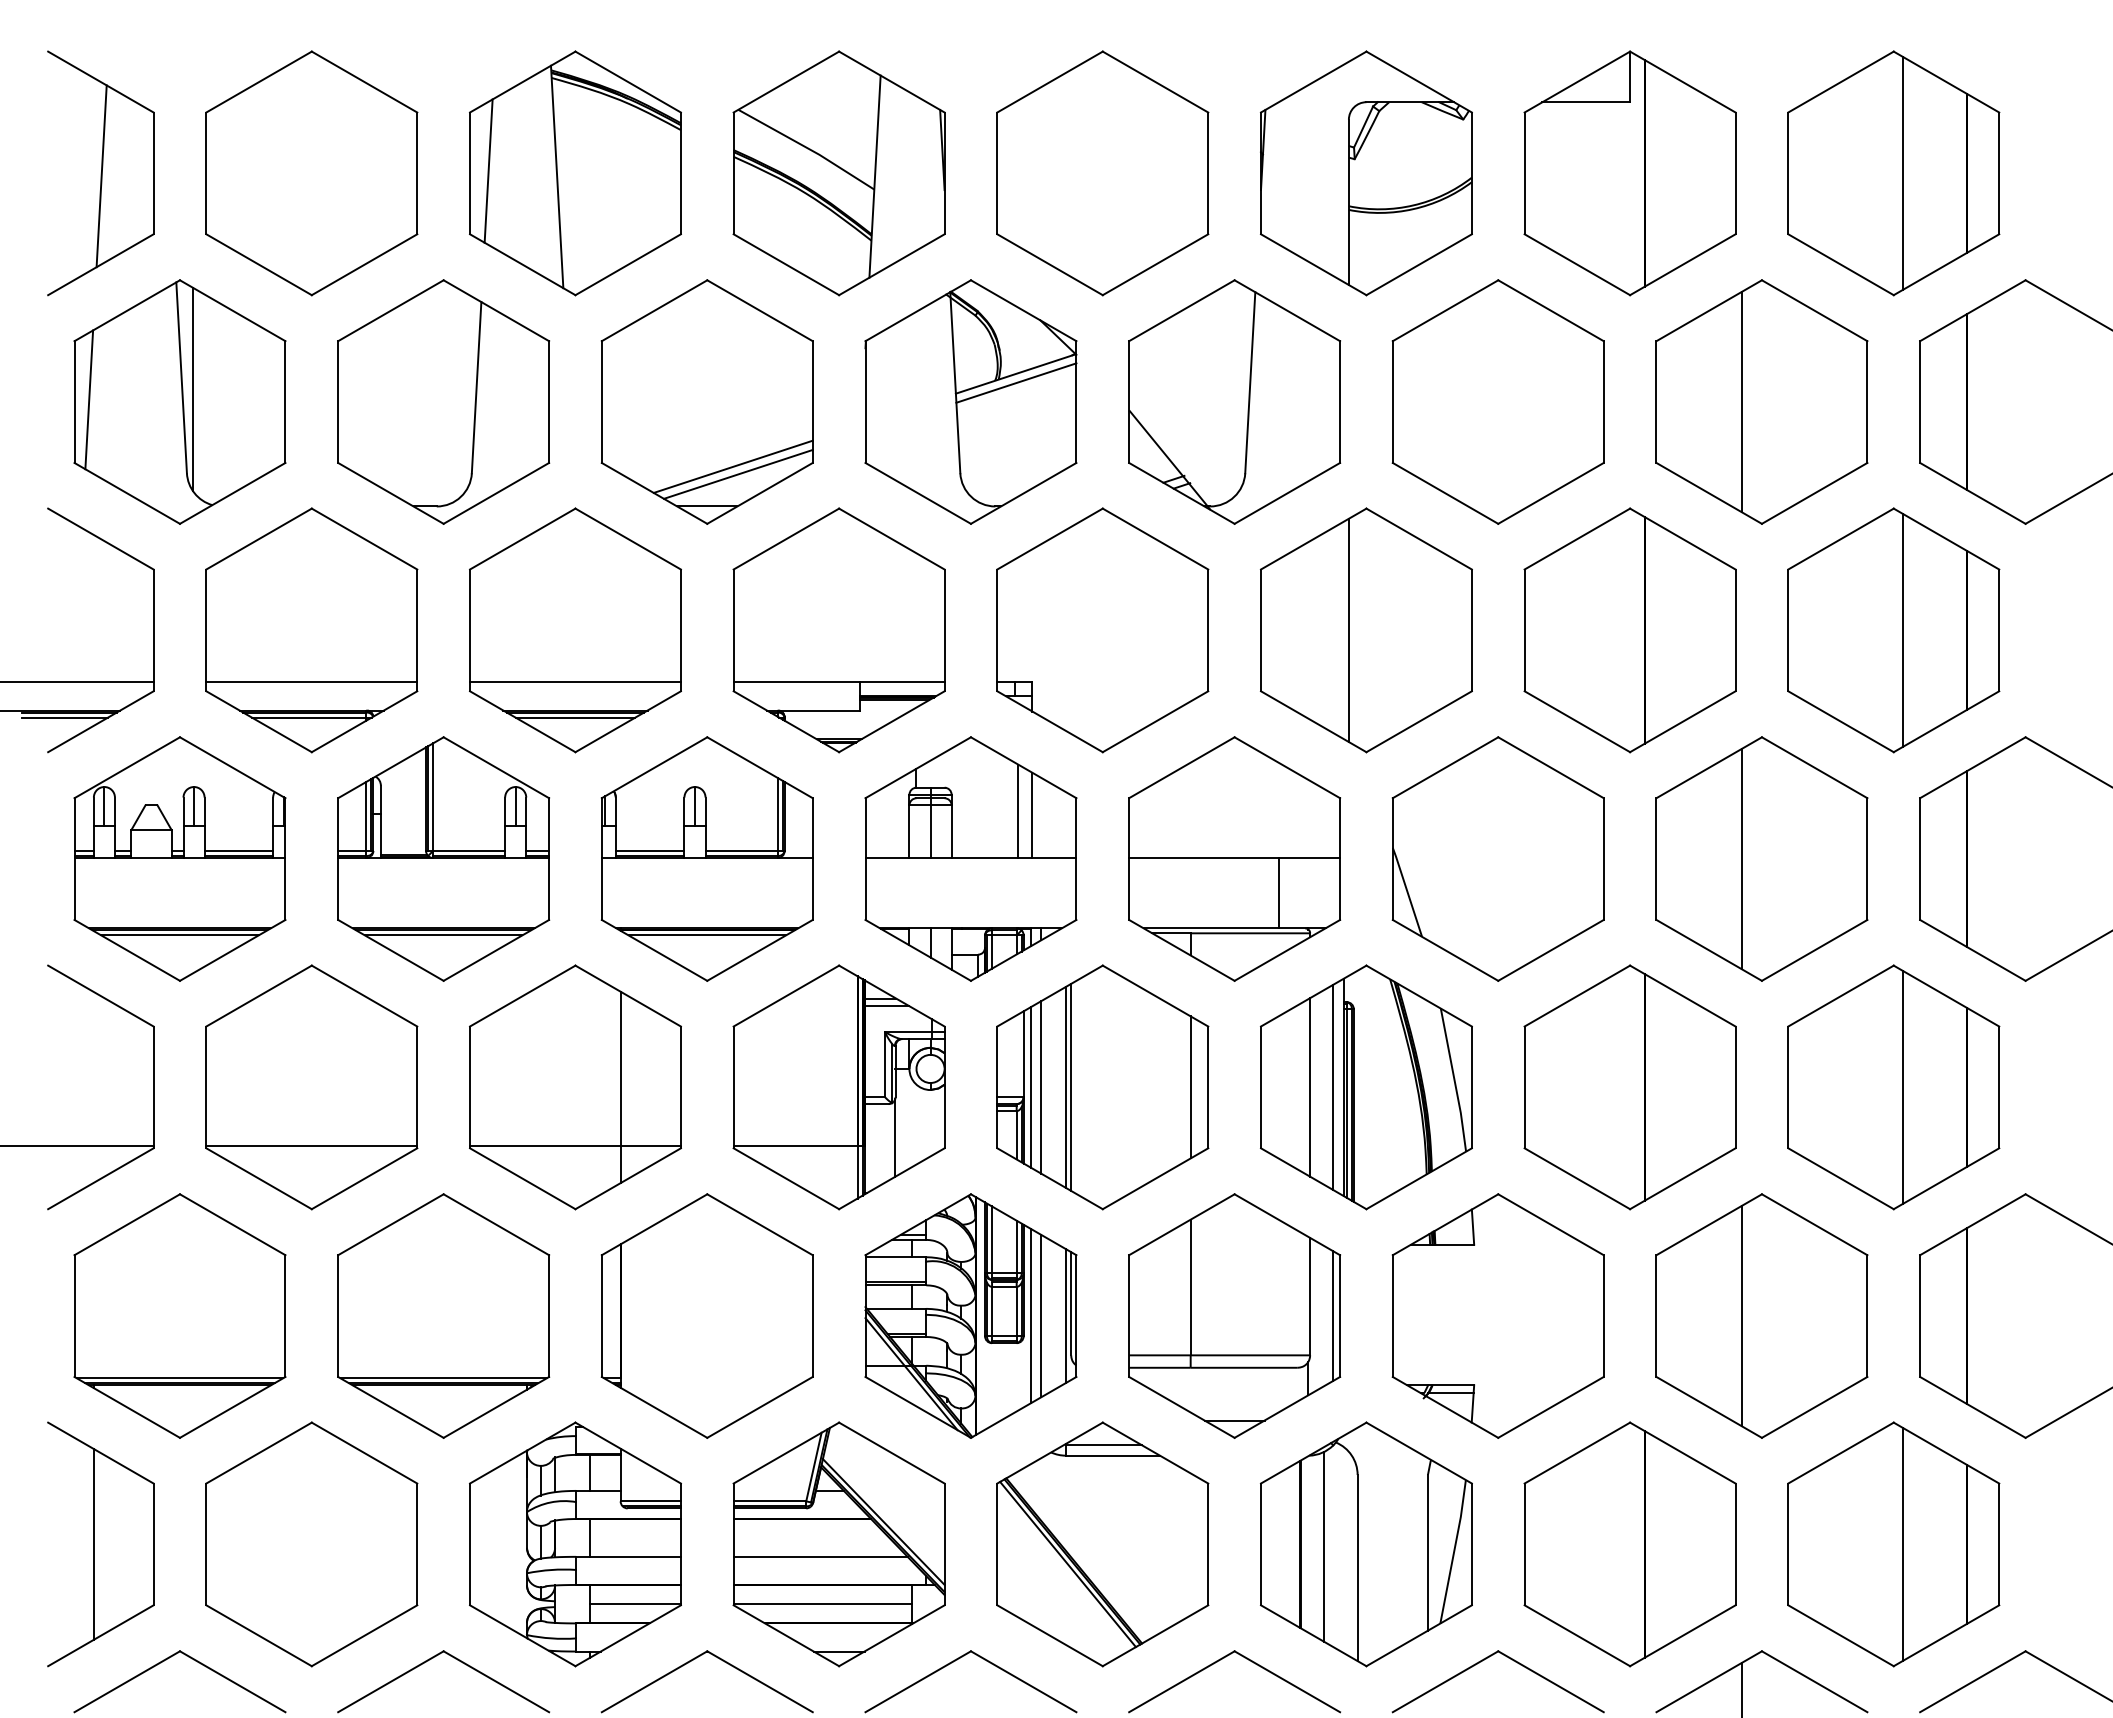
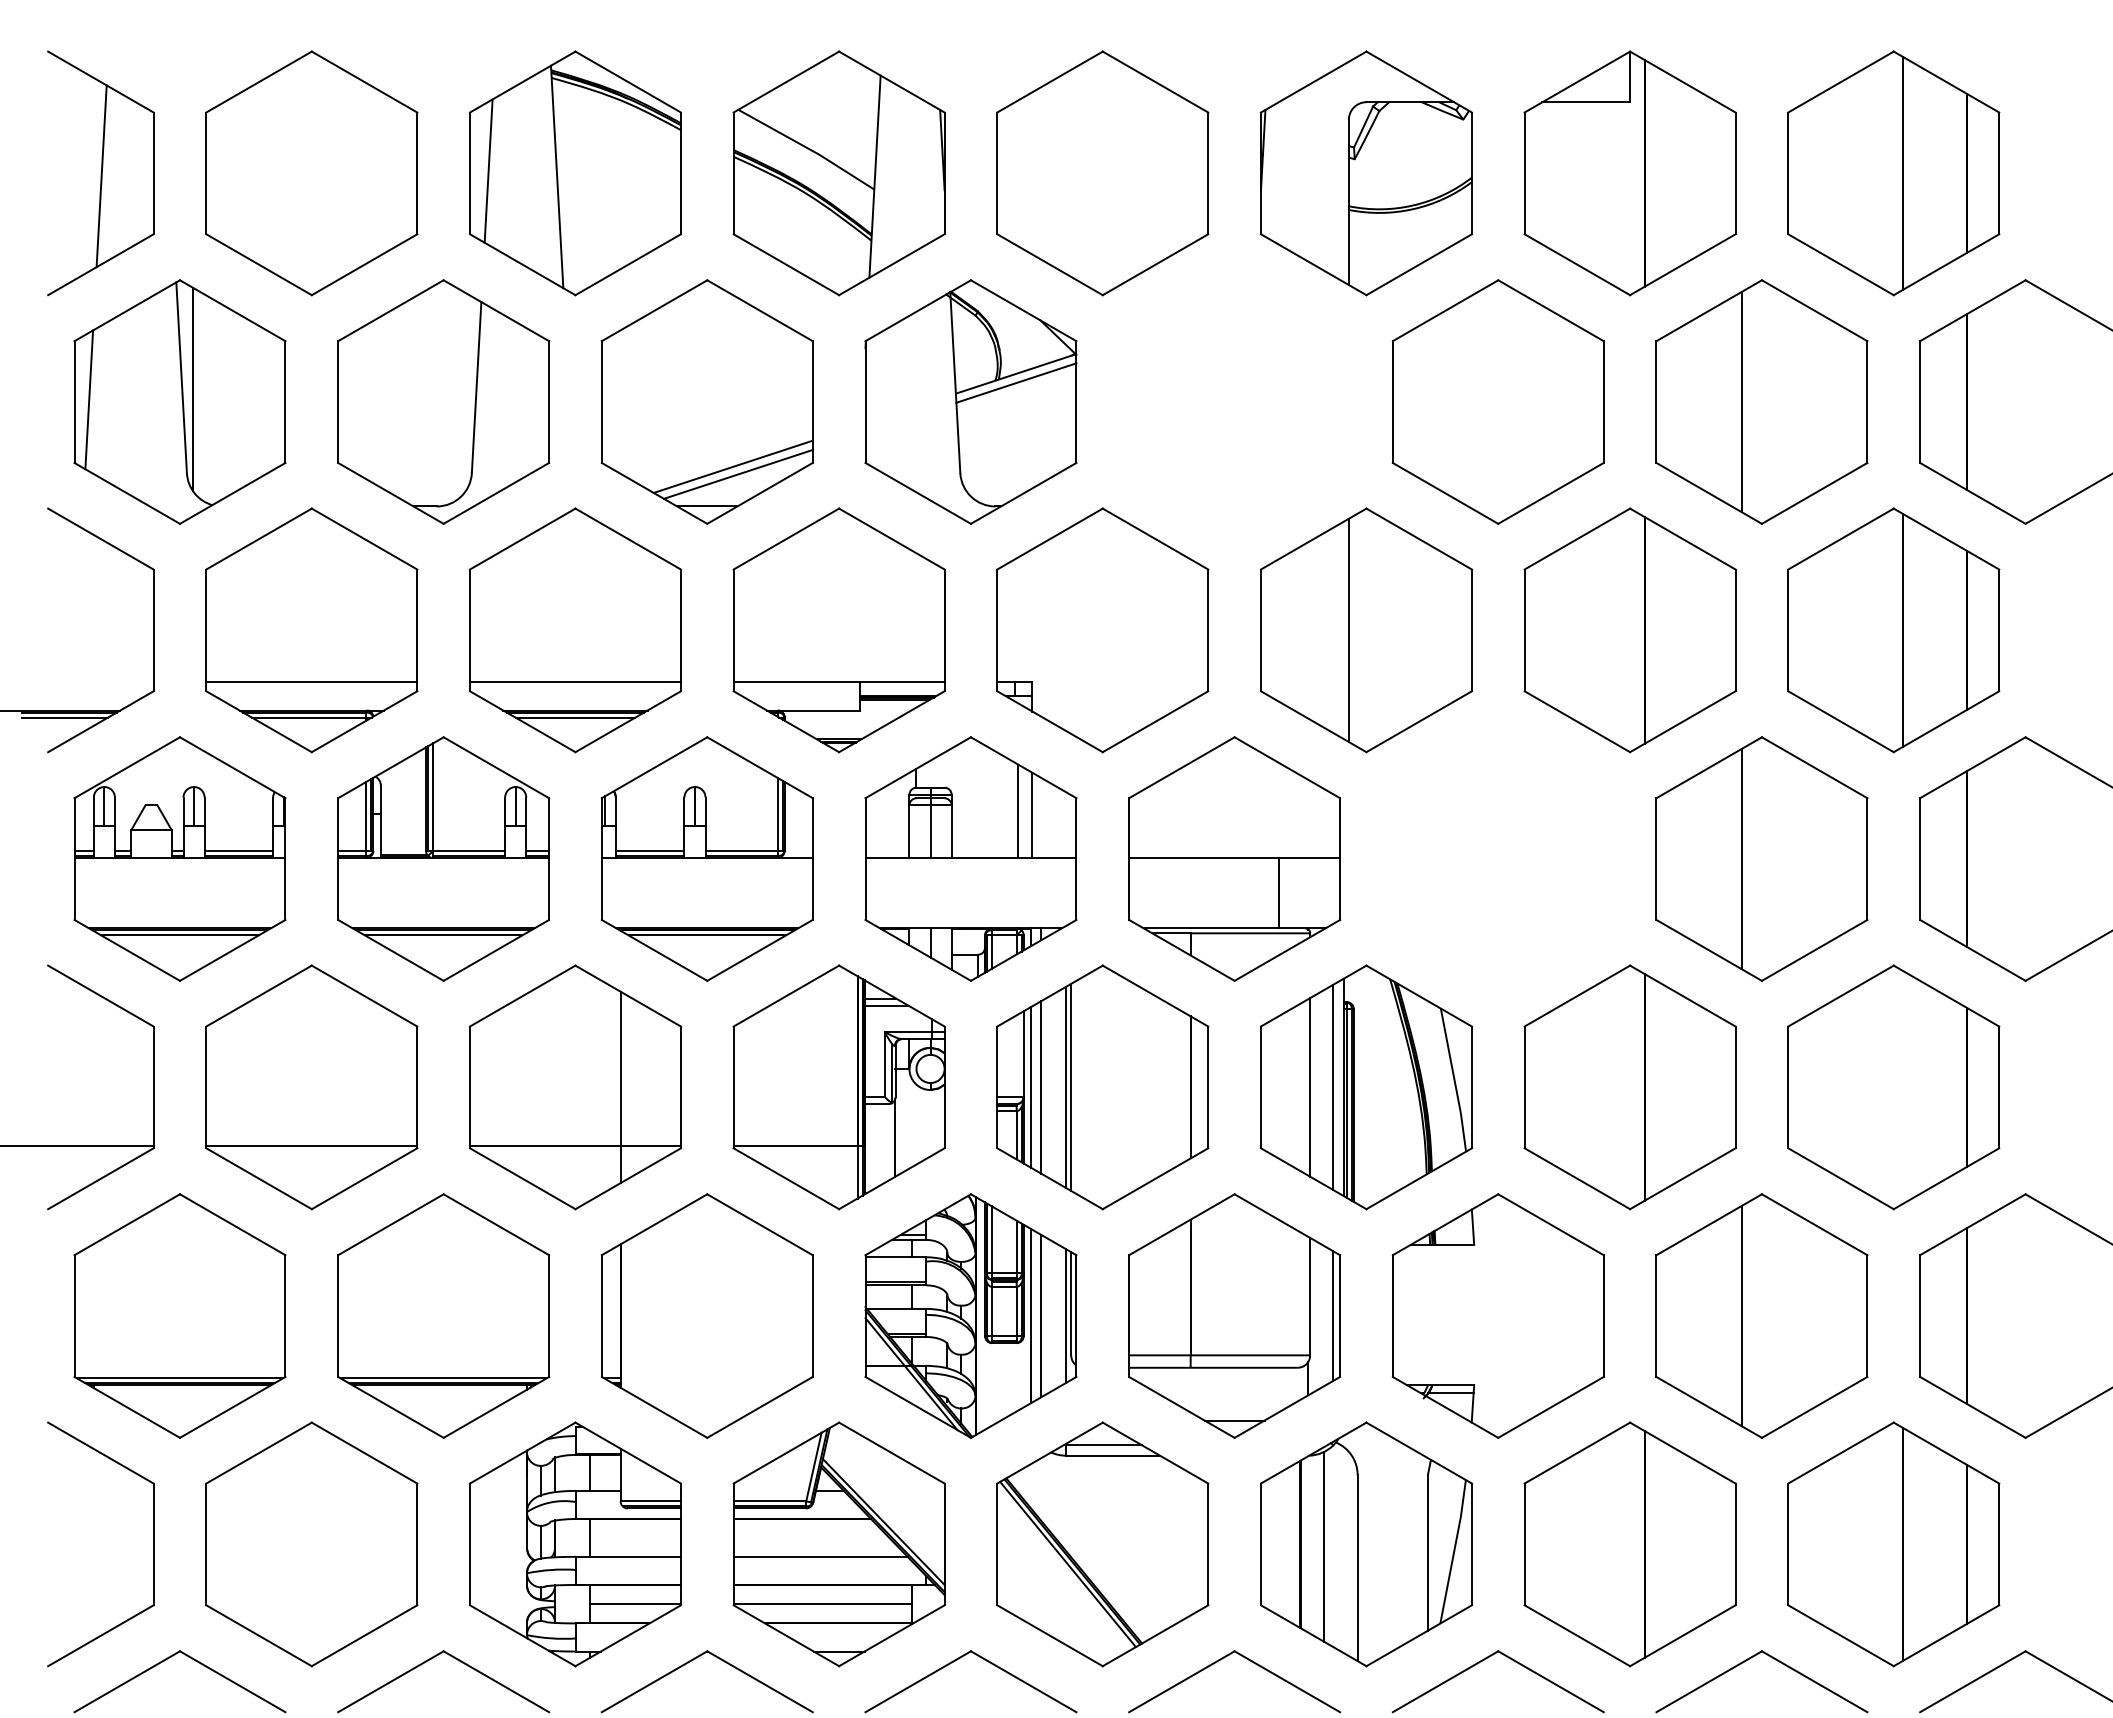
part at (1234, 401): present -> none
line at (77, 682): present -> none
part at (1497, 858): present -> none
line at (1903, 1087): present -> none
line at (93, 1544): present -> none
line at (1742, 1688): present -> none
